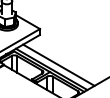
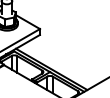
line at (58, 64): present -> none
